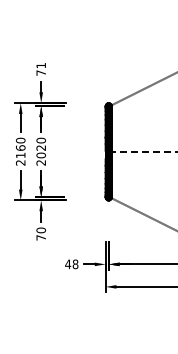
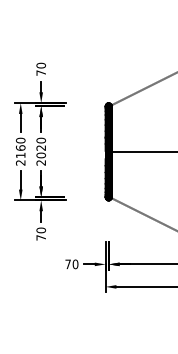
text at (41, 65): 71 -> 70
line at (143, 151): dashed -> solid
text at (71, 264): 48 -> 70
